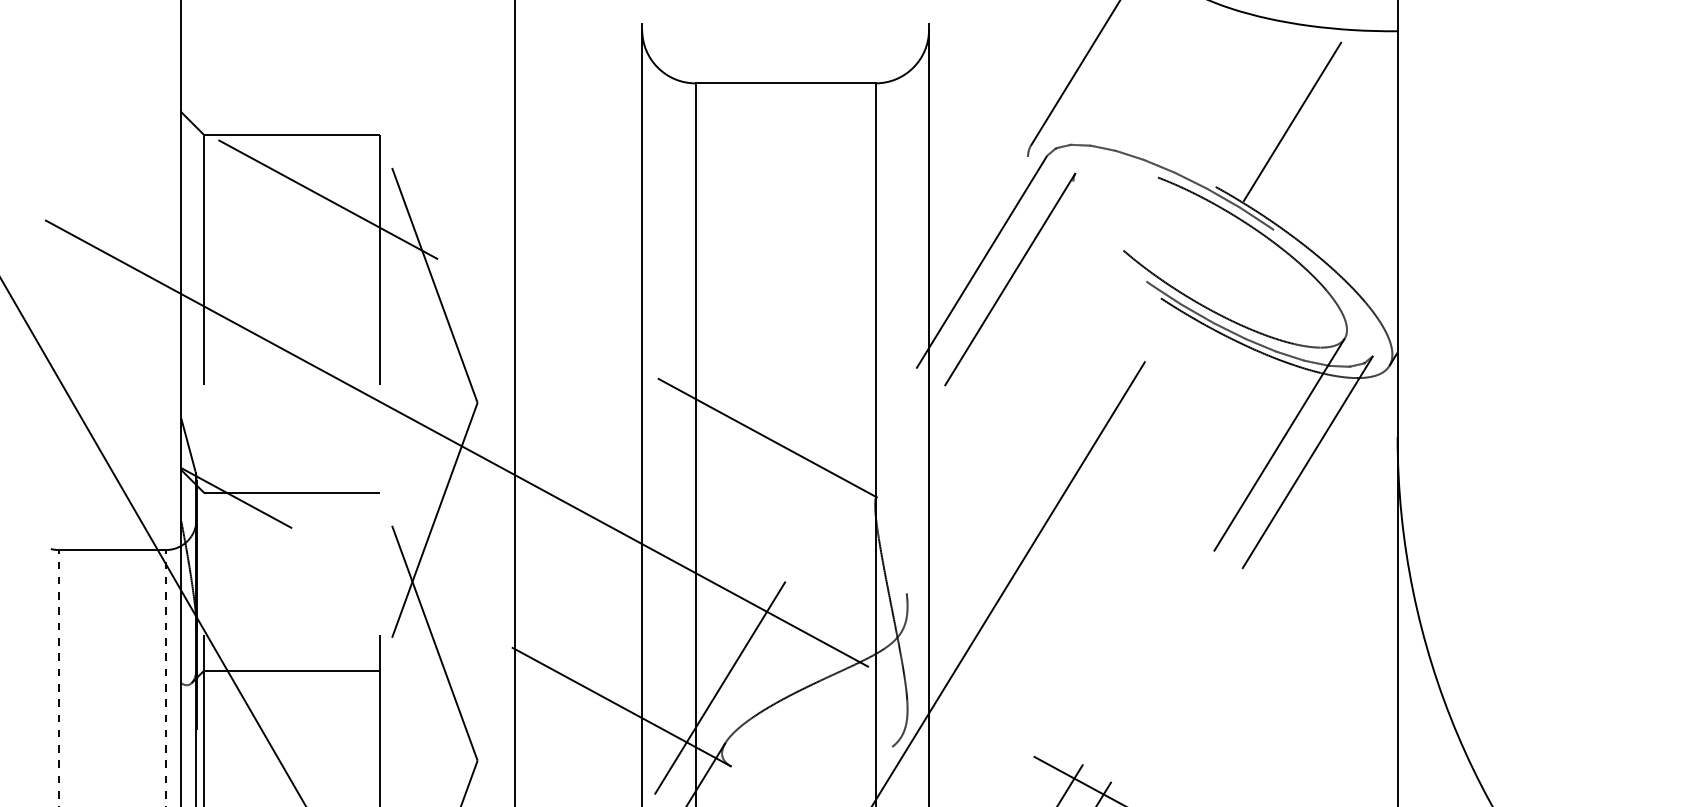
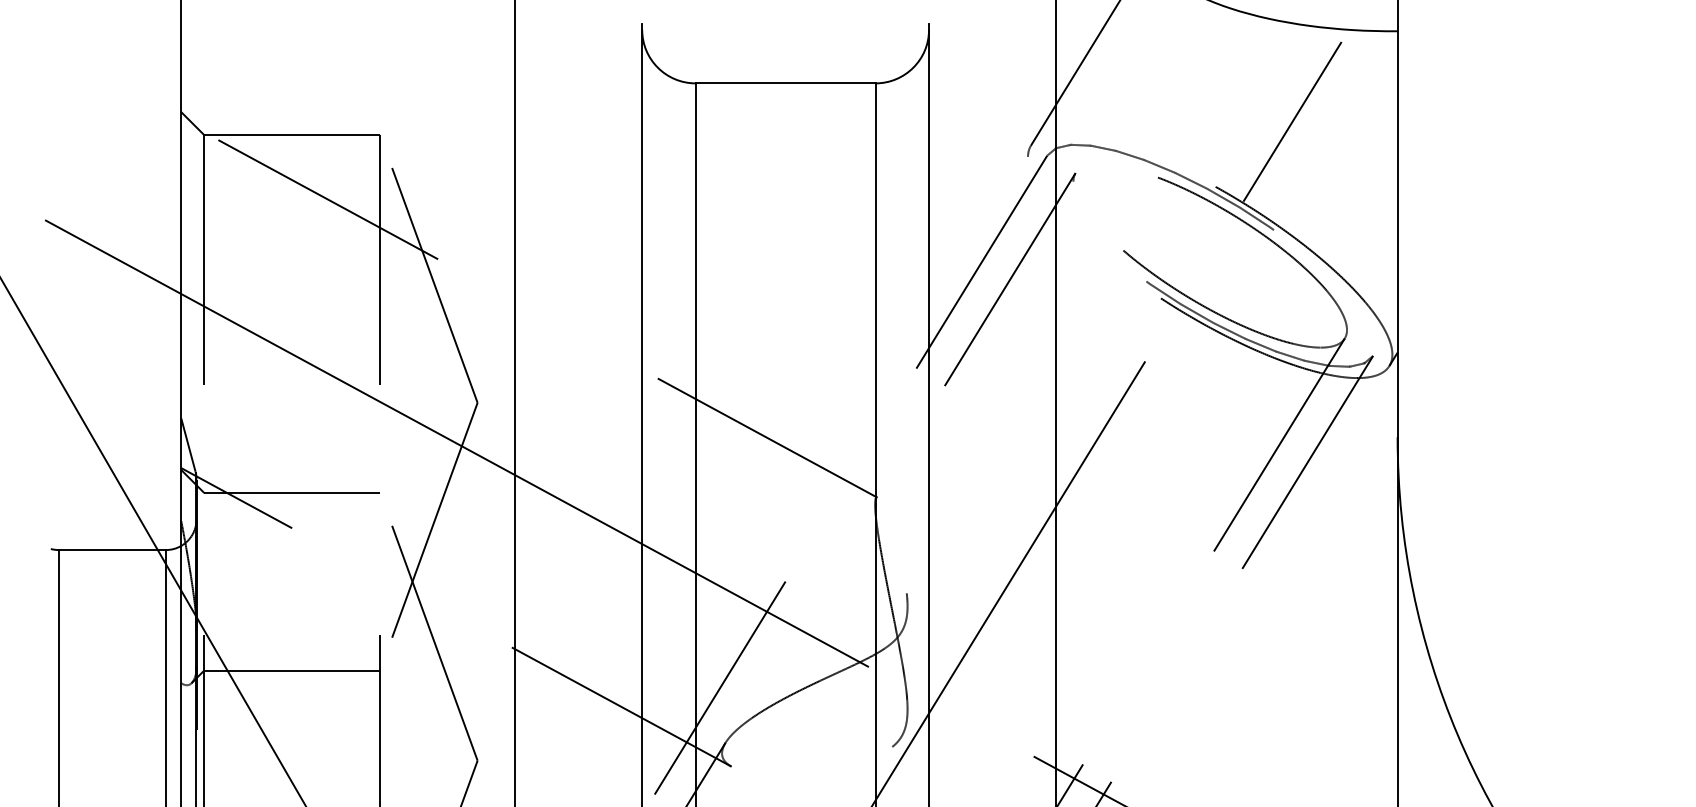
line at (1056, 402): none -> present
line at (58, 678): dashed -> solid
line at (165, 678): dashed -> solid
